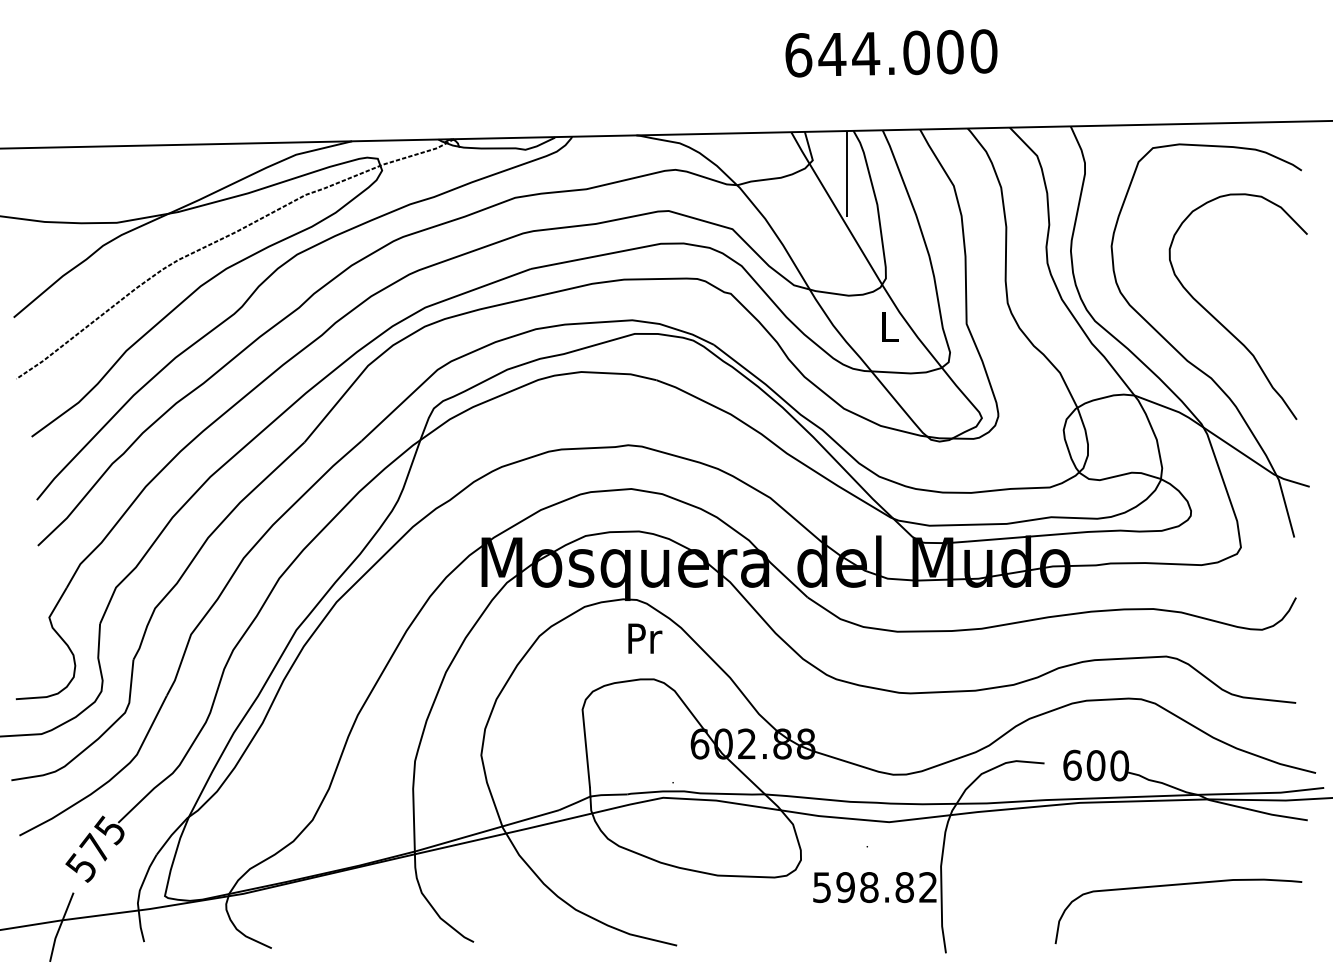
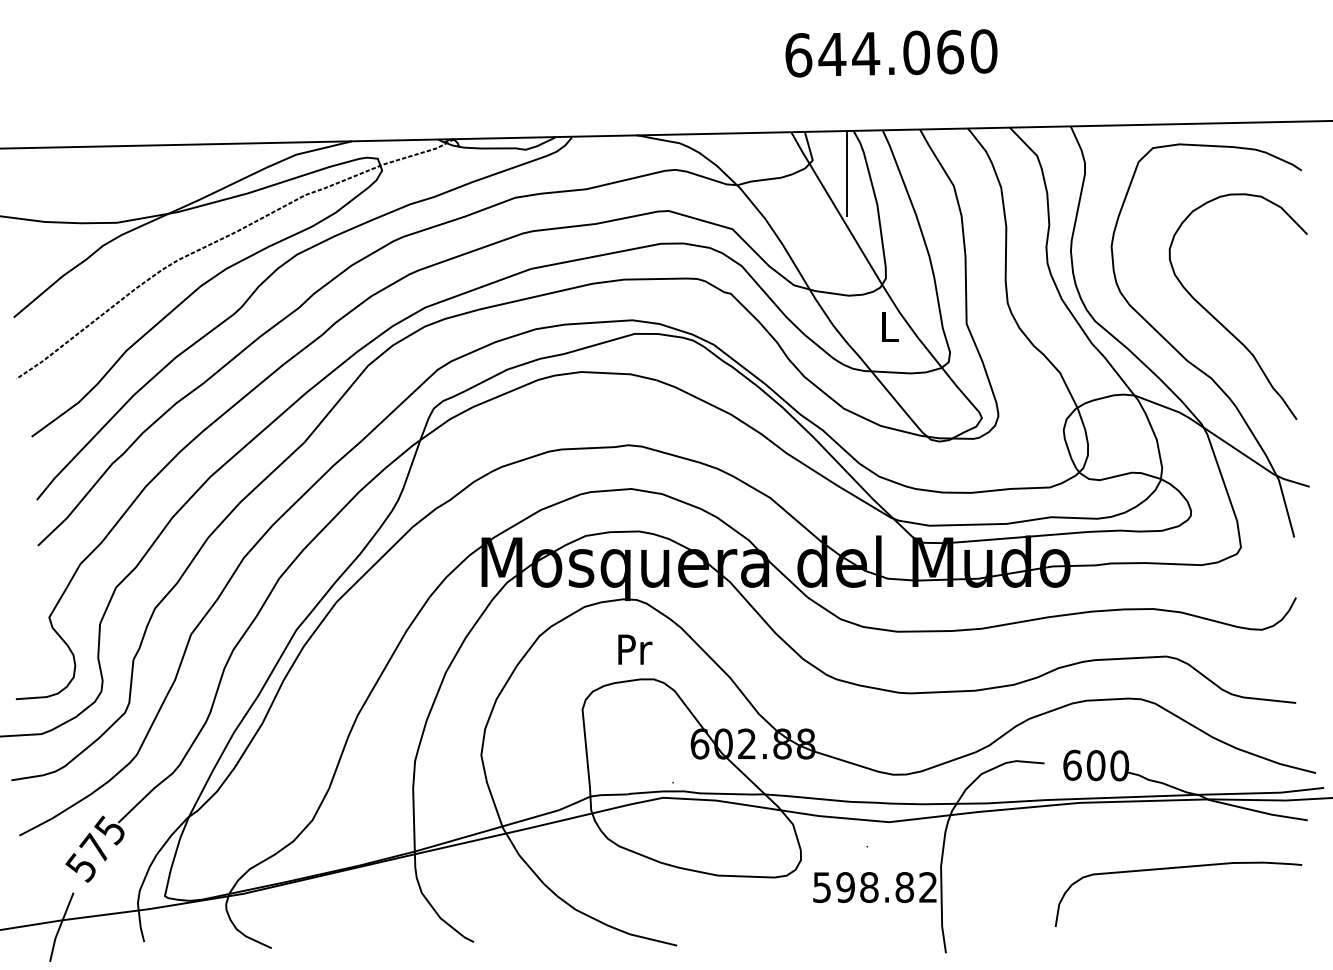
text at (950, 51): 644.000 -> 644.060
text at (645, 638) position: (645, 638) -> (635, 649)
curve at (1178, 885) position: (1178, 885) -> (1178, 868)
